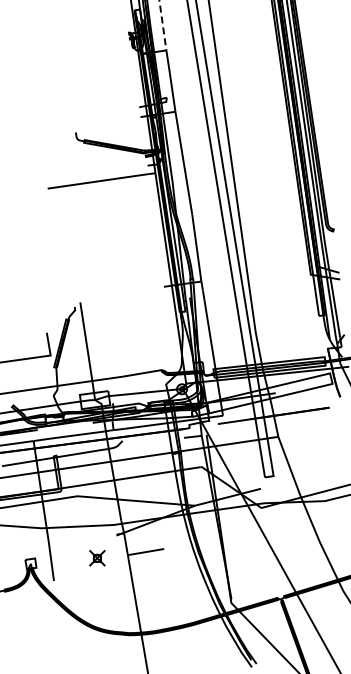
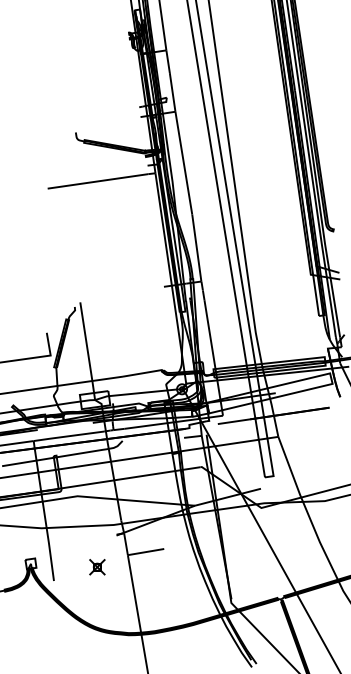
line at (162, 25): dashed -> solid
part at (97, 558) position: (97, 558) -> (97, 567)
